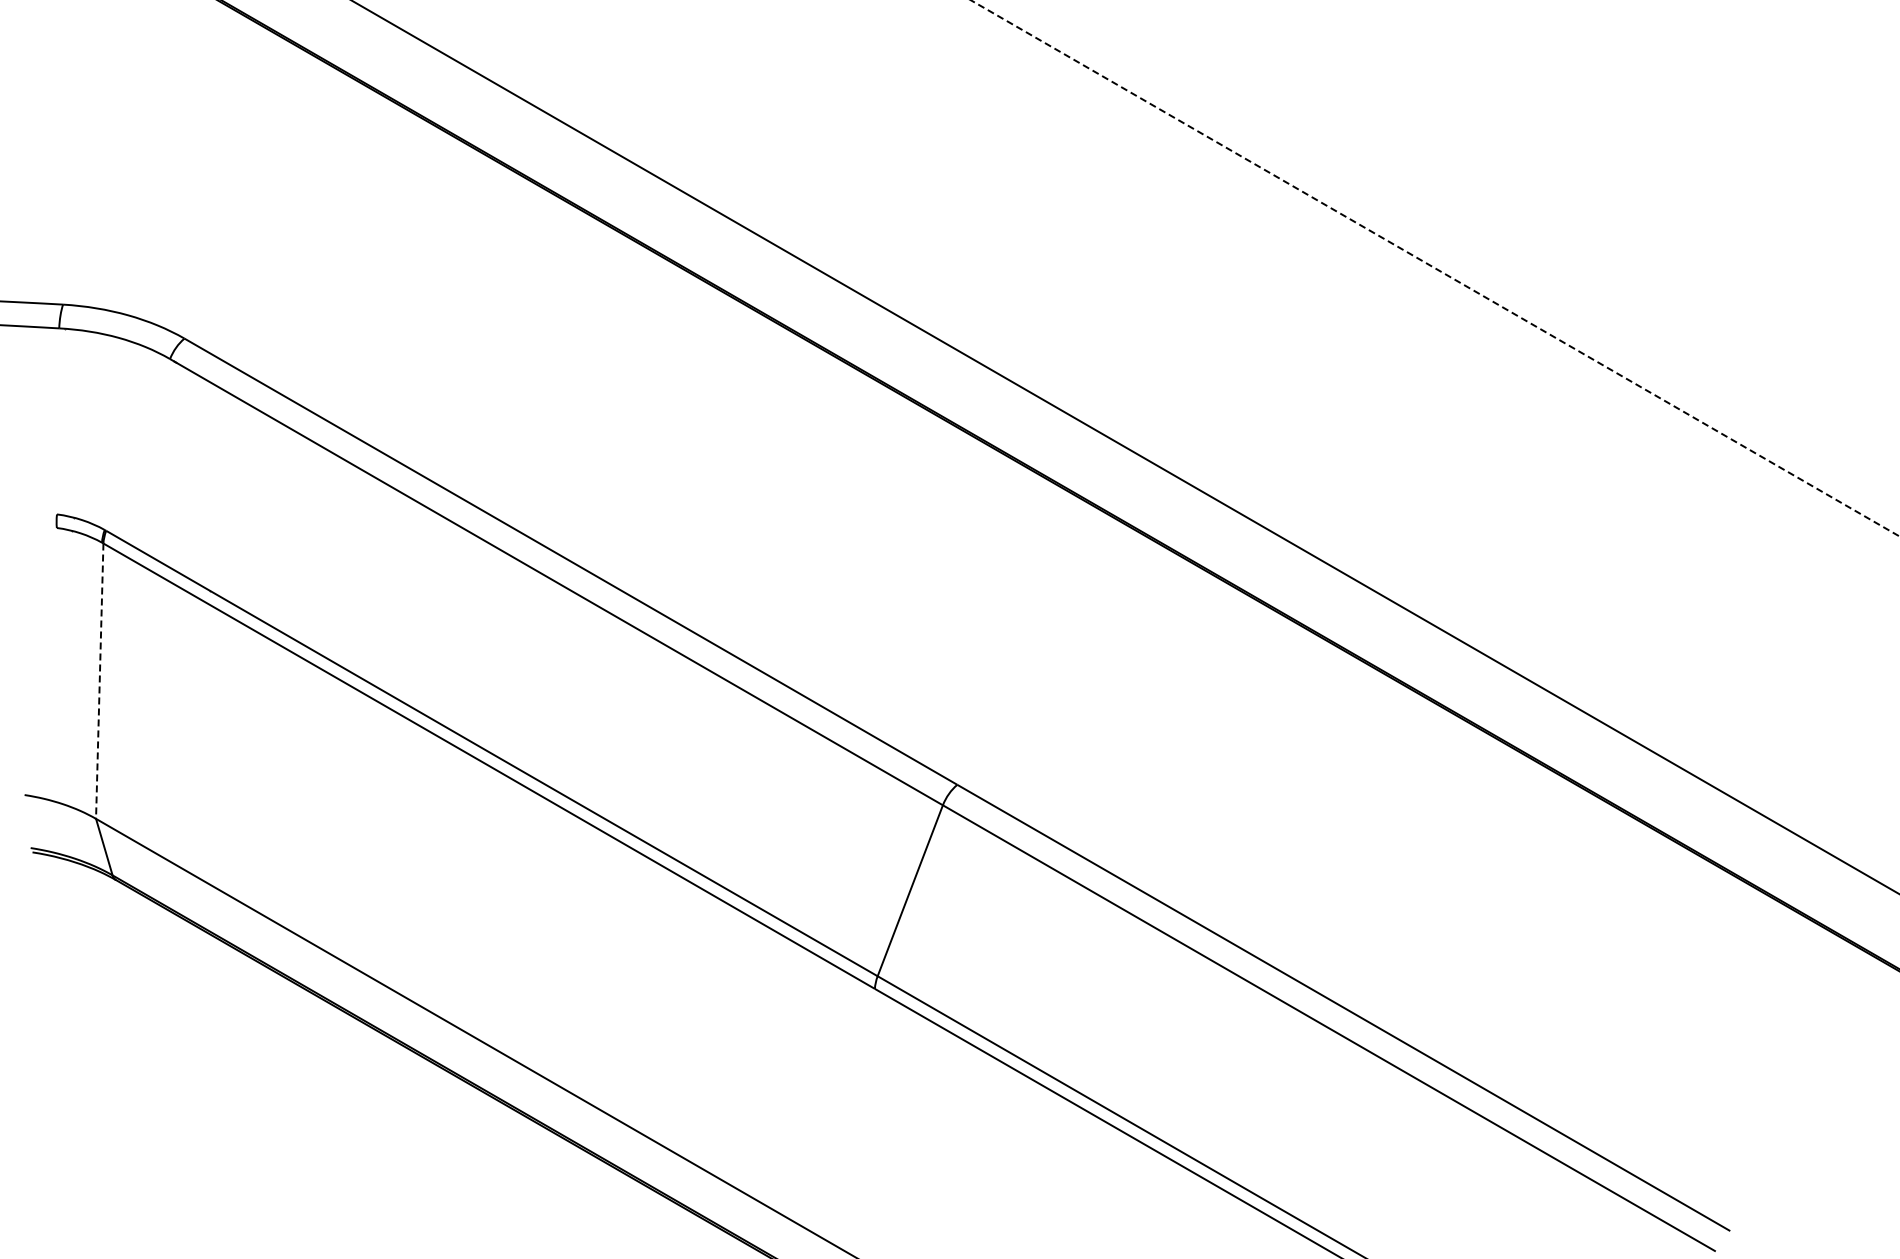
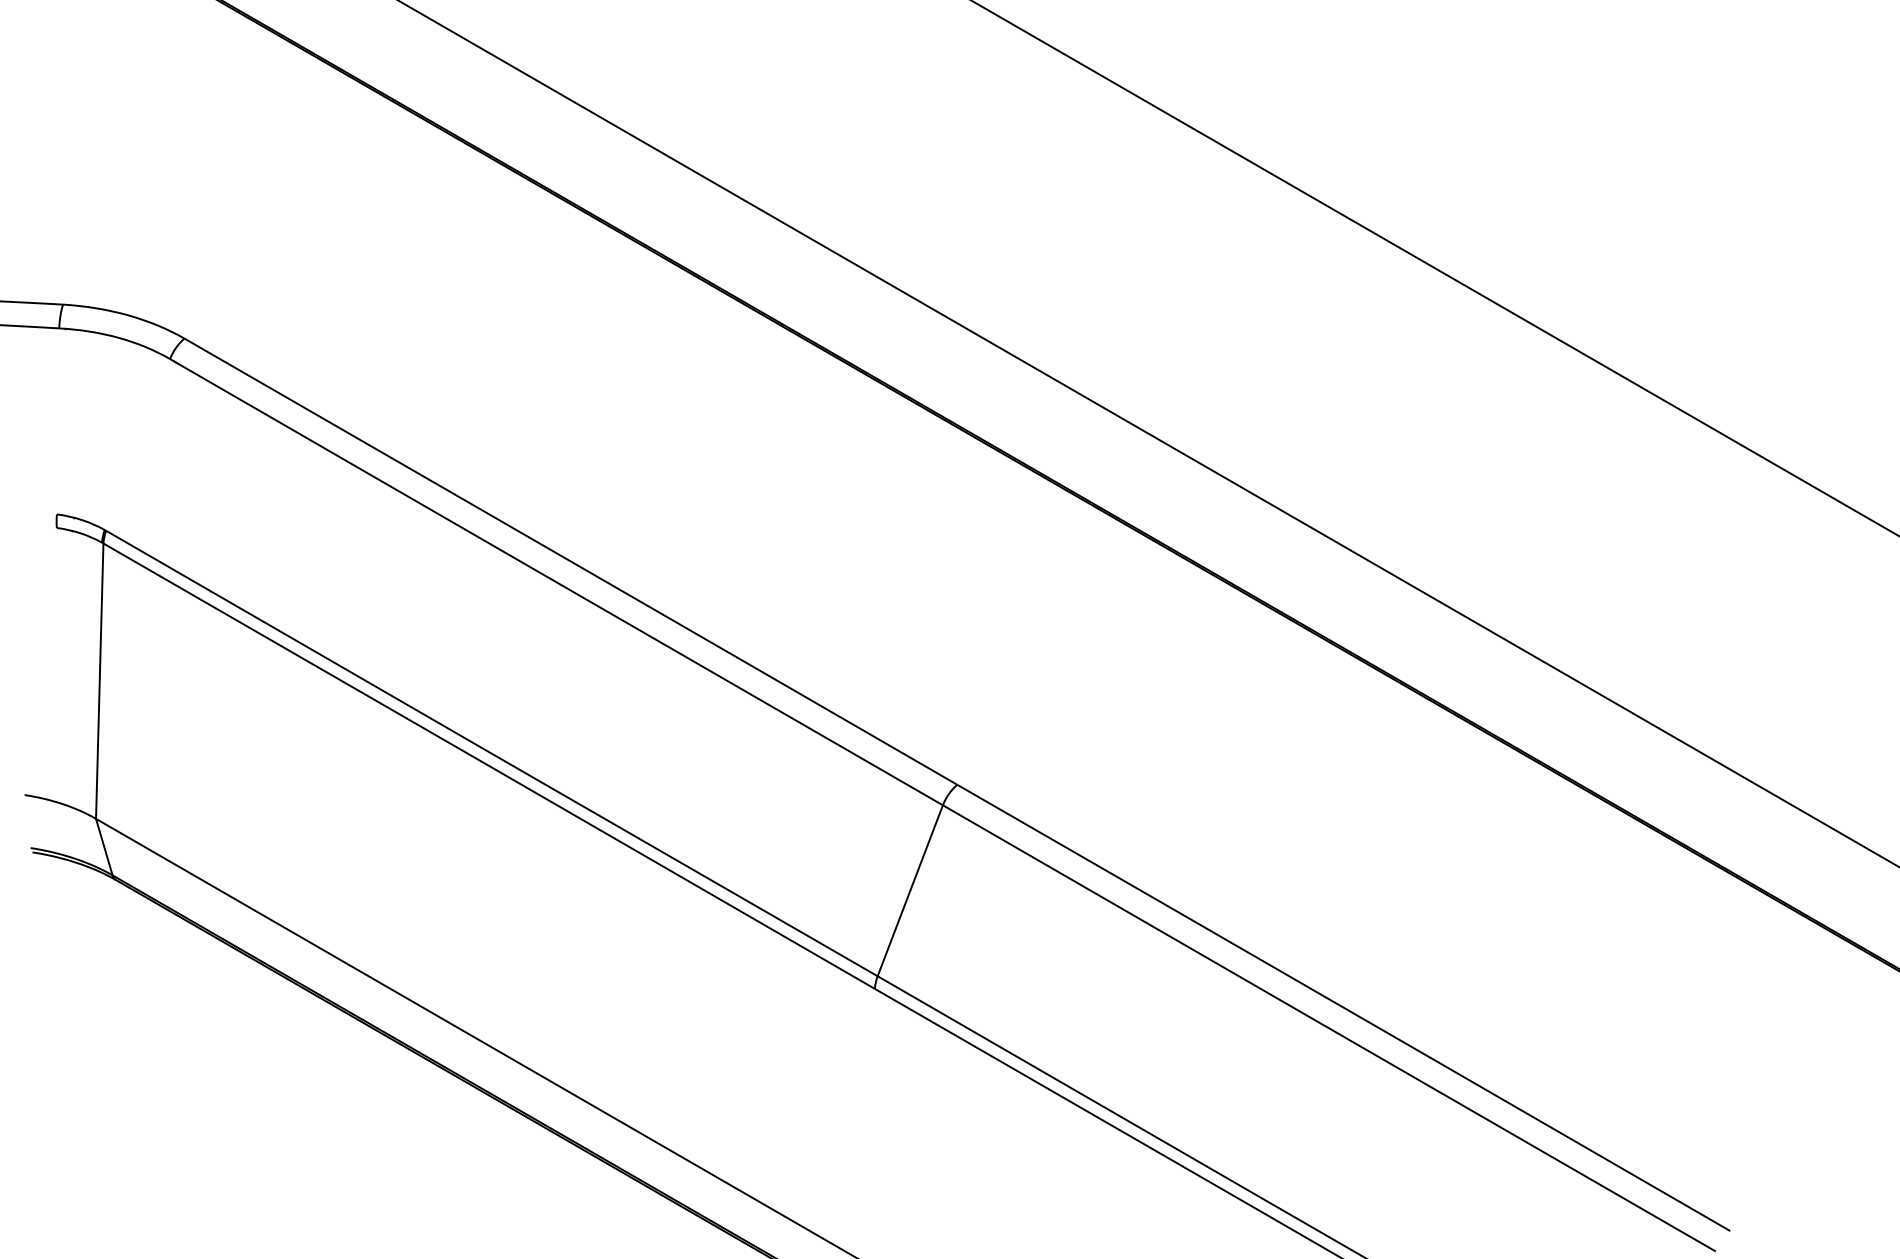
line at (1434, 268): dashed -> solid
line at (1125, 447) position: (1125, 447) -> (1148, 433)
line at (99, 681): dashed -> solid
